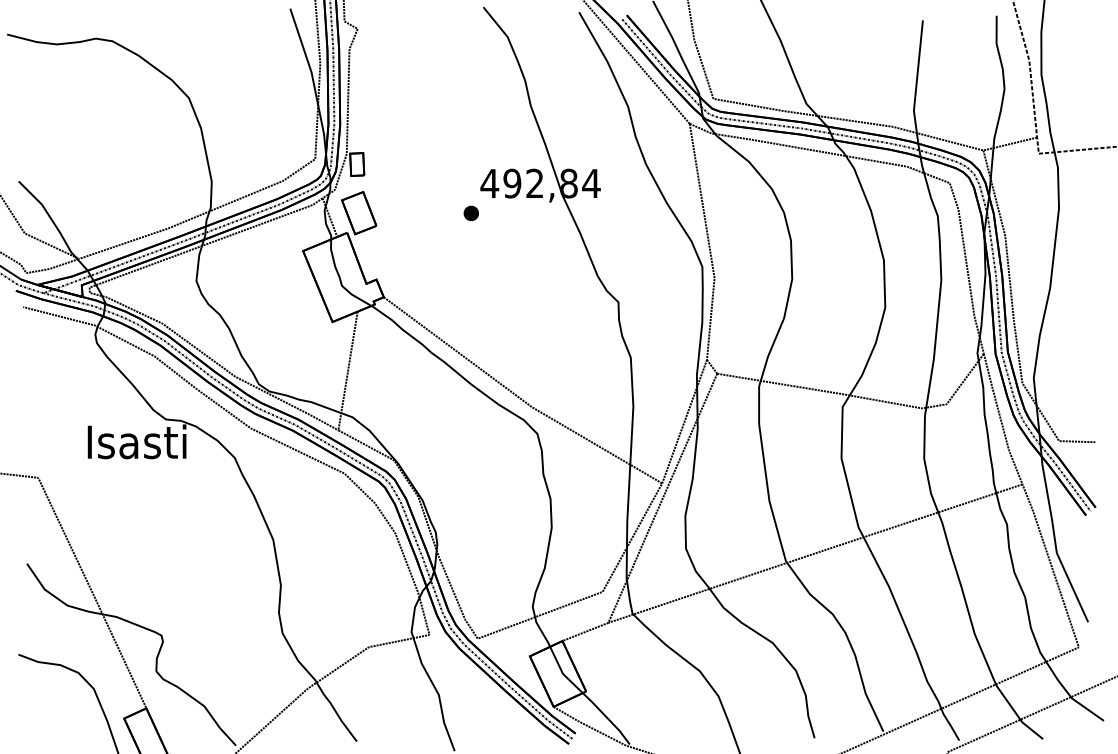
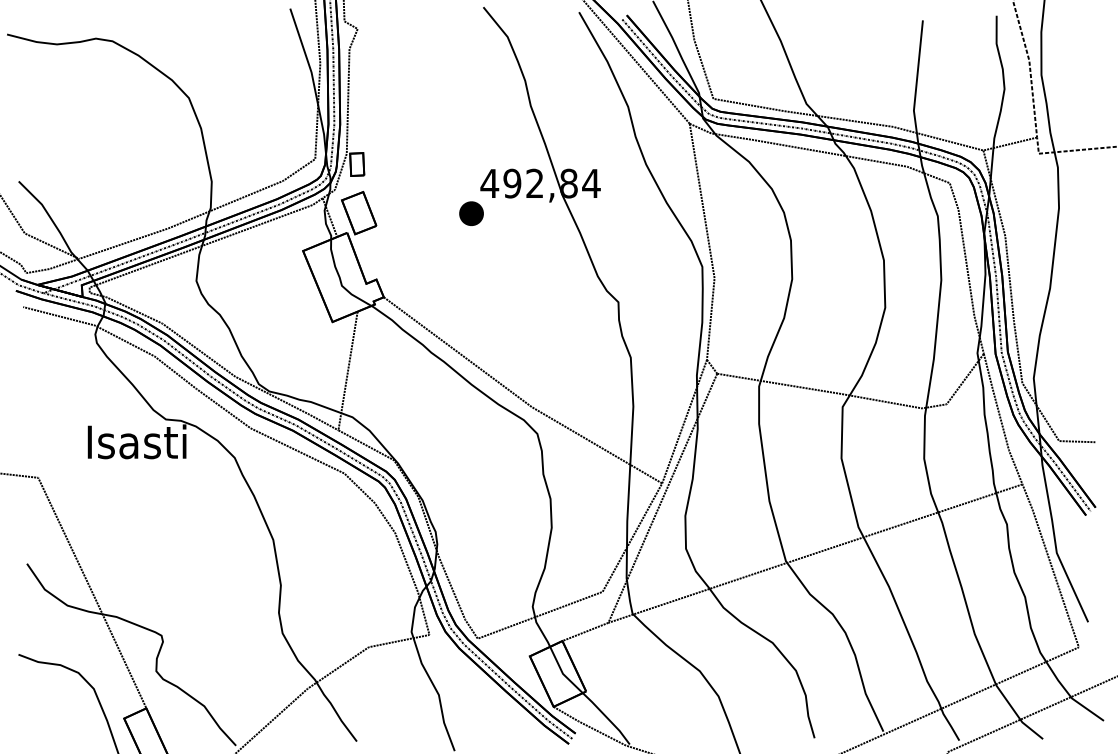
part at (470, 212) size: 16x16 px -> 25x25 px
